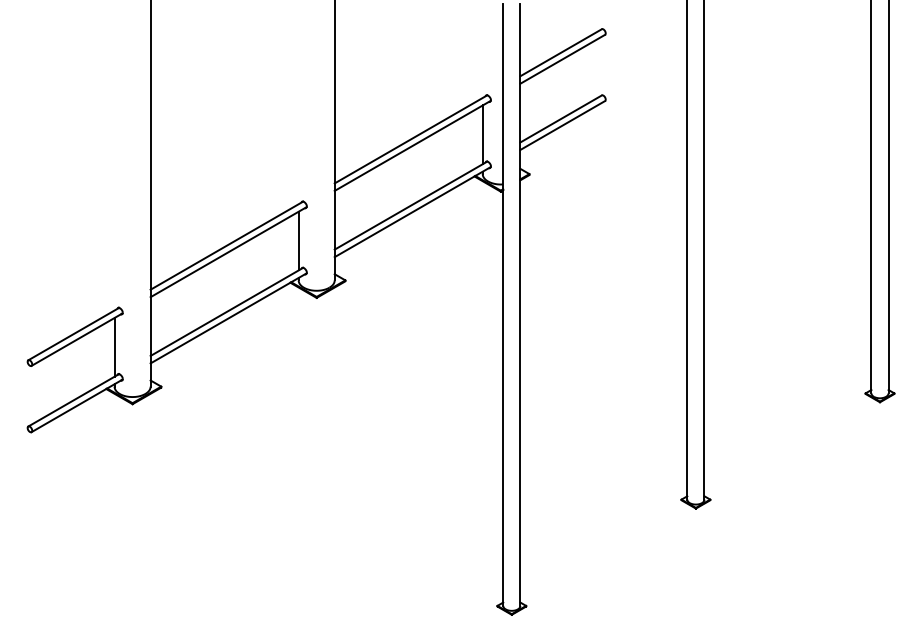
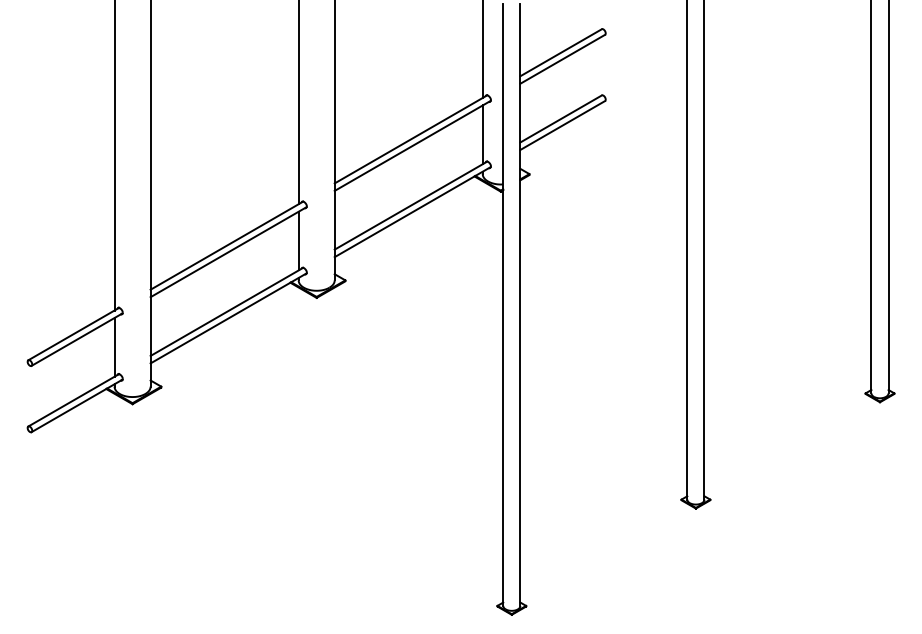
line at (482, 49): none -> present
line at (298, 103): none -> present
line at (114, 156): none -> present
